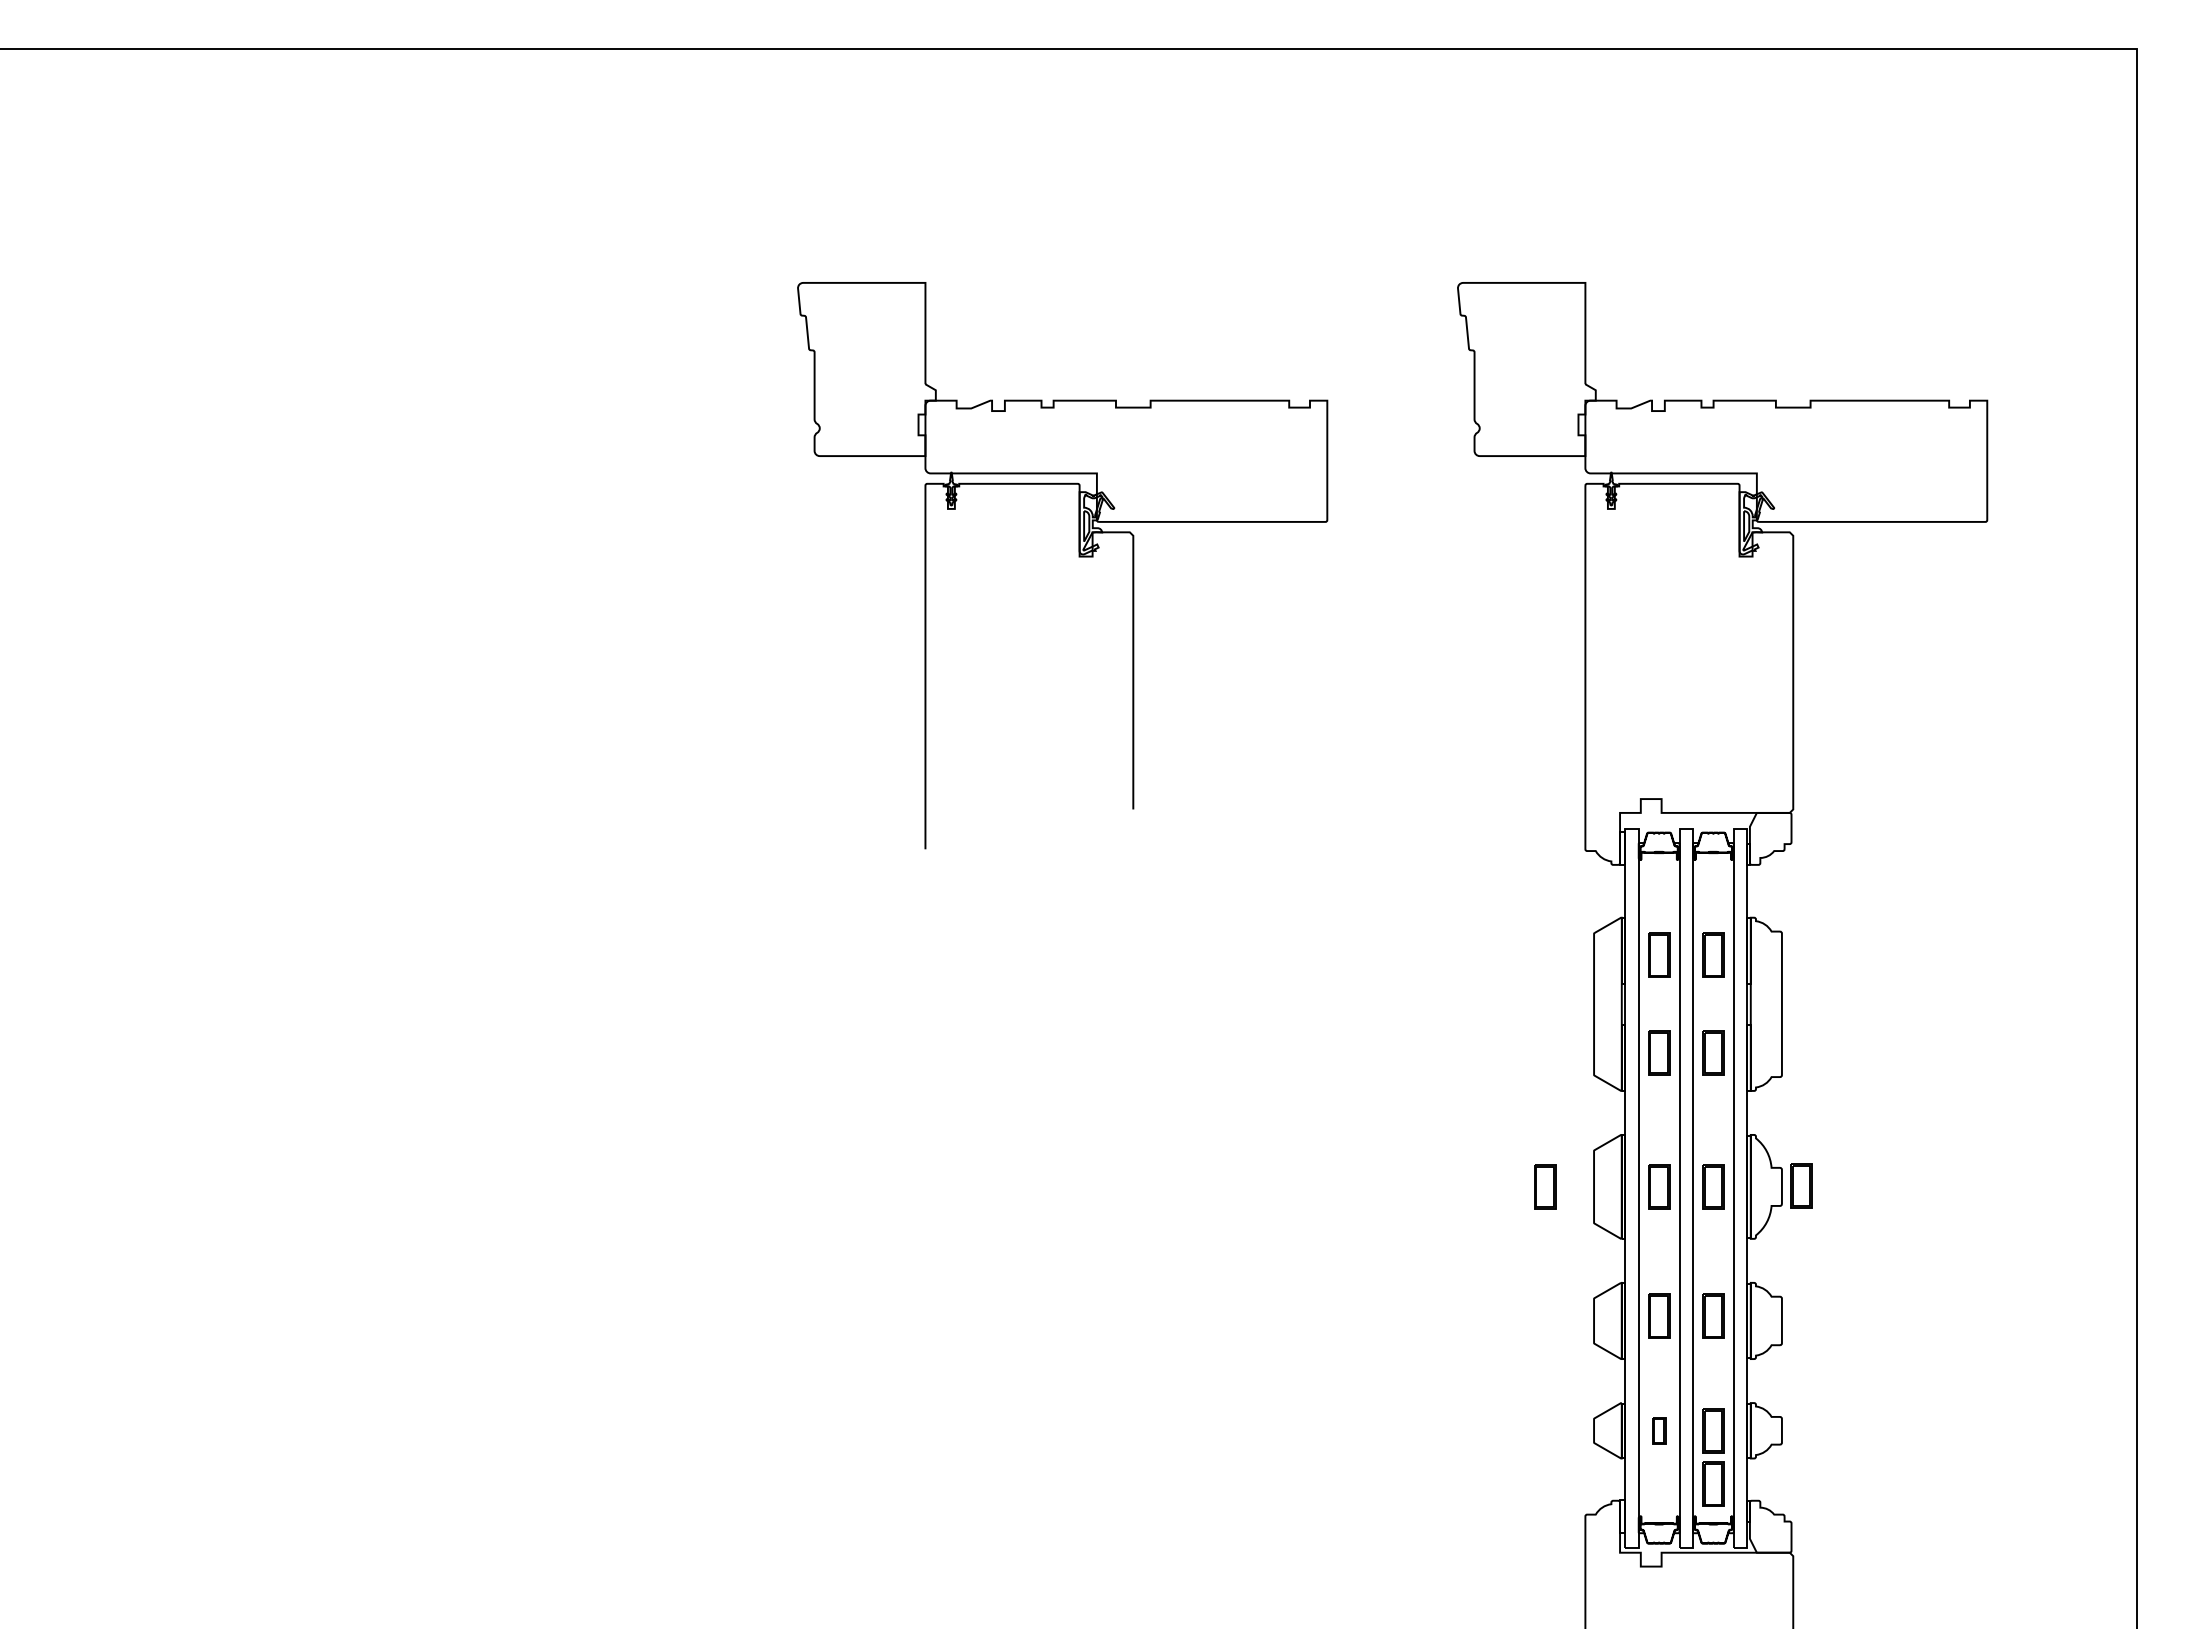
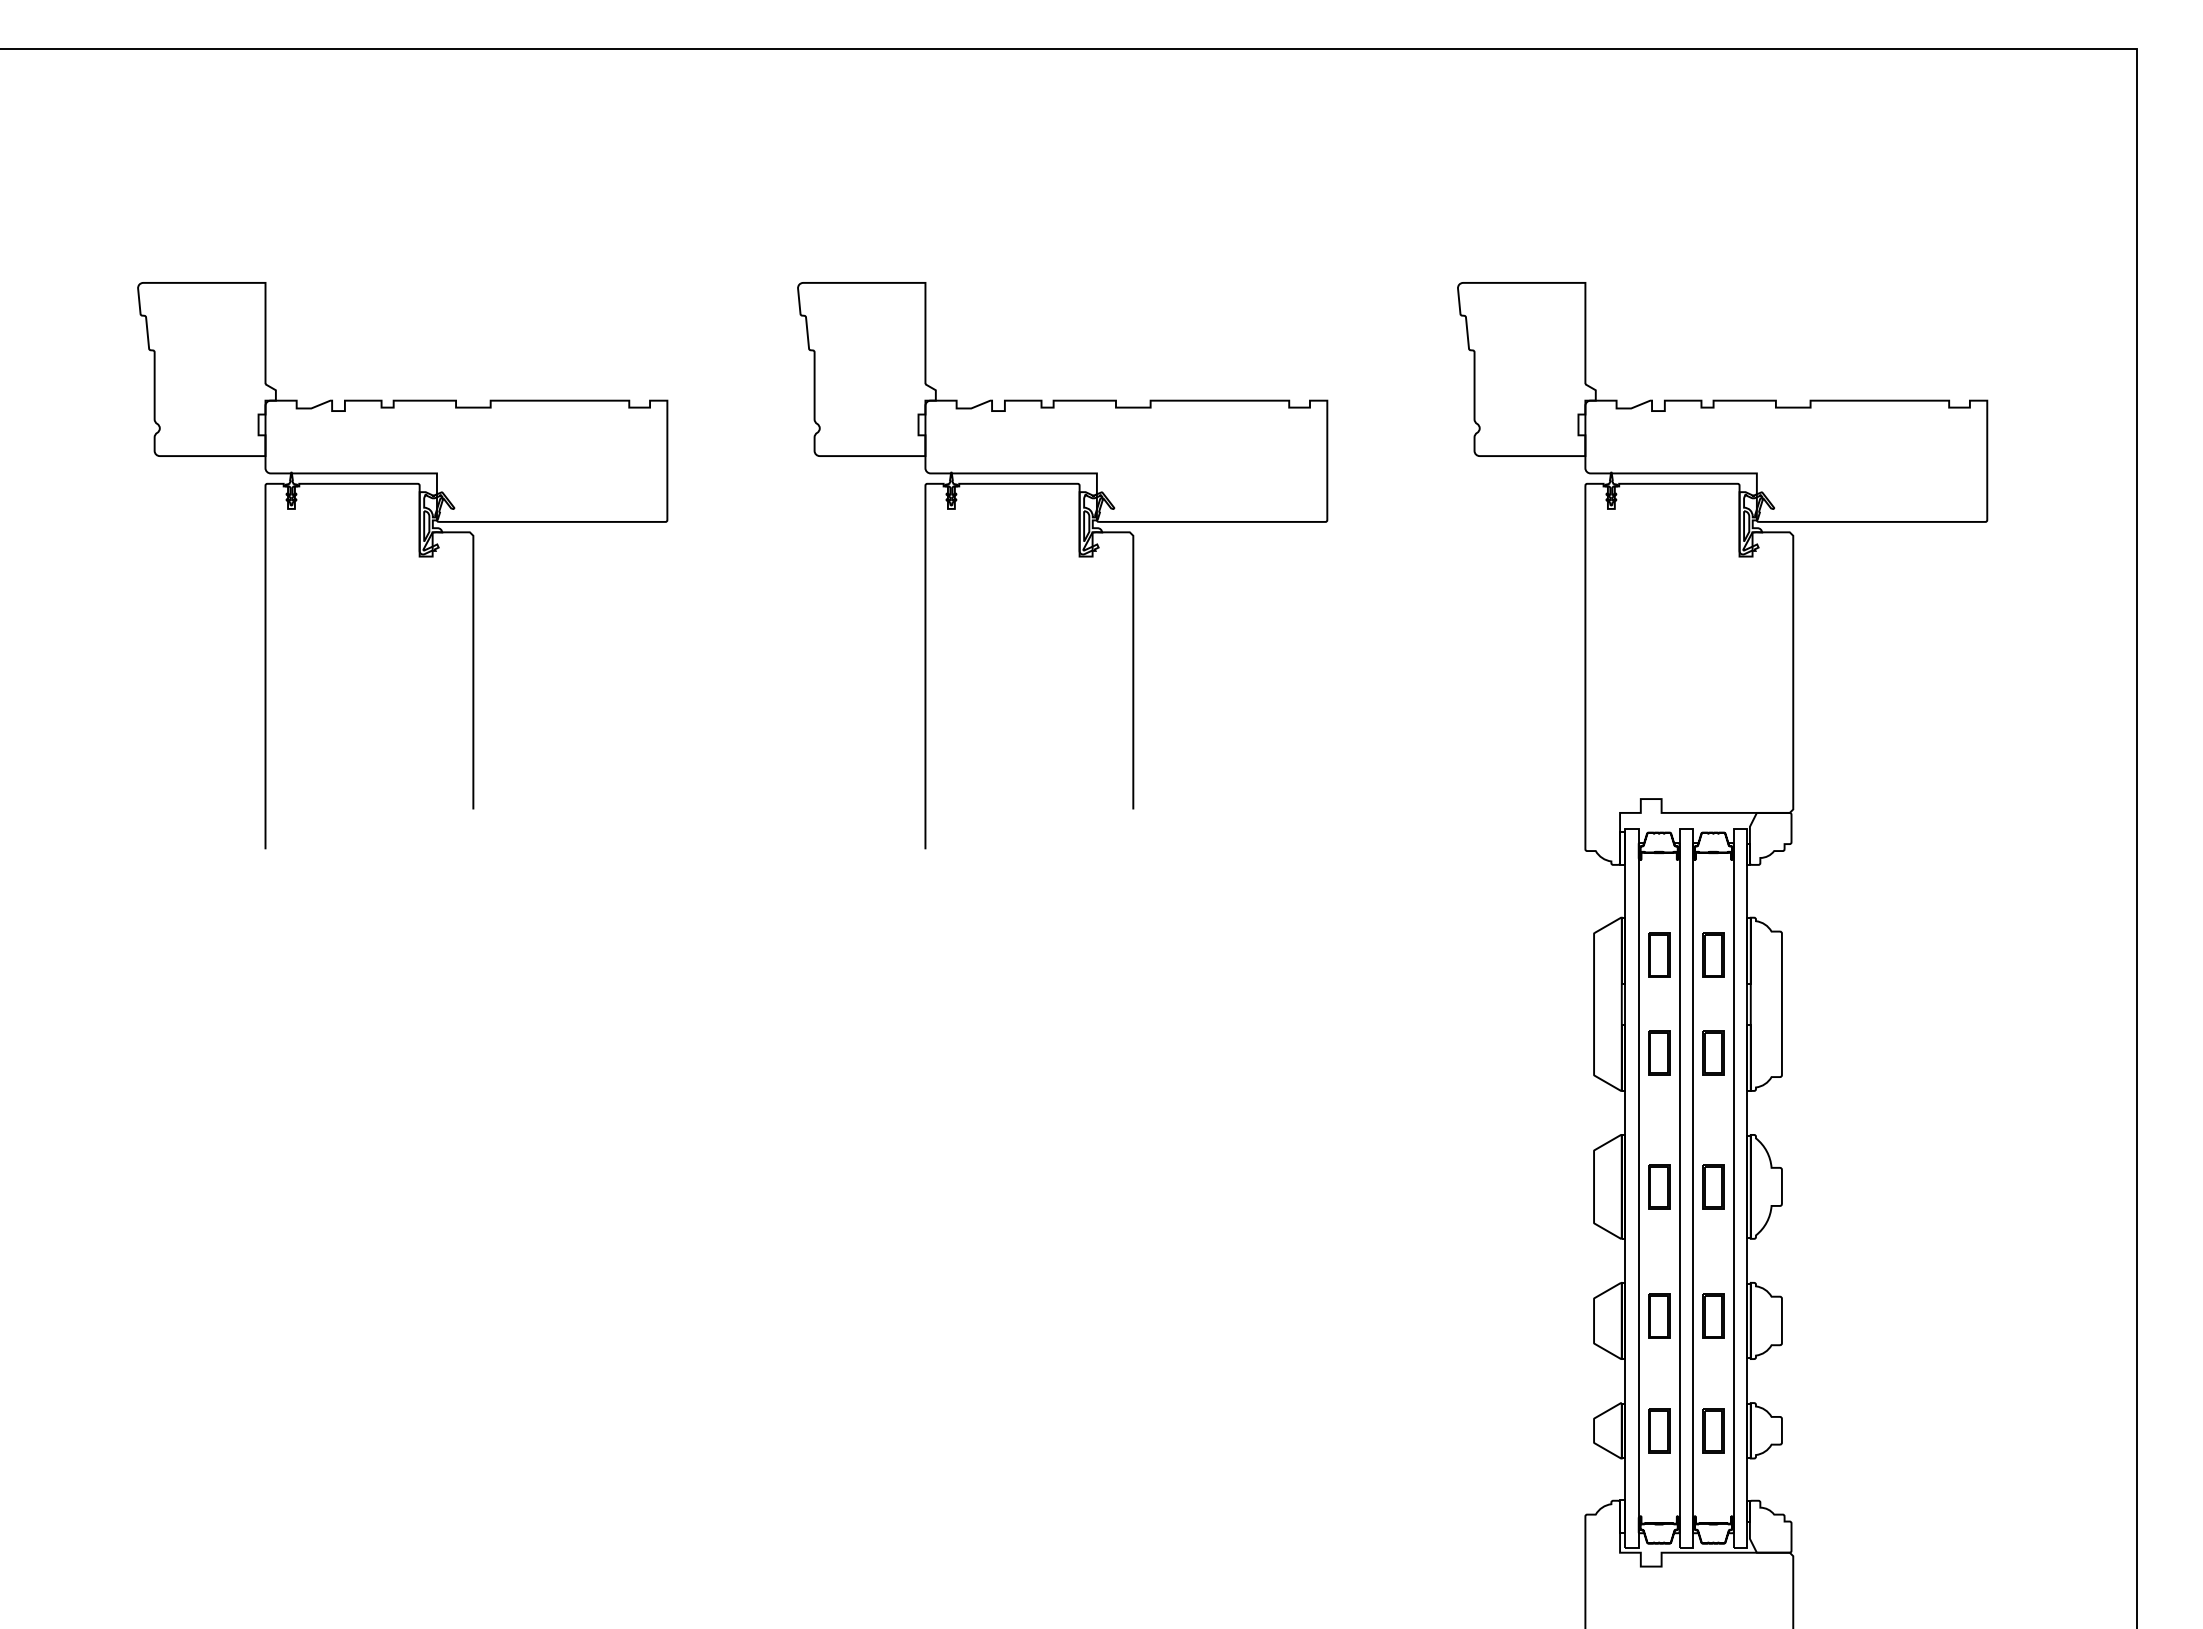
part at (418, 557): none -> present
part at (1801, 1185): present -> none
part at (1545, 1186): present -> none
part at (1659, 1430) size: 15x28 px -> 23x46 px
part at (1713, 1483): present -> none
